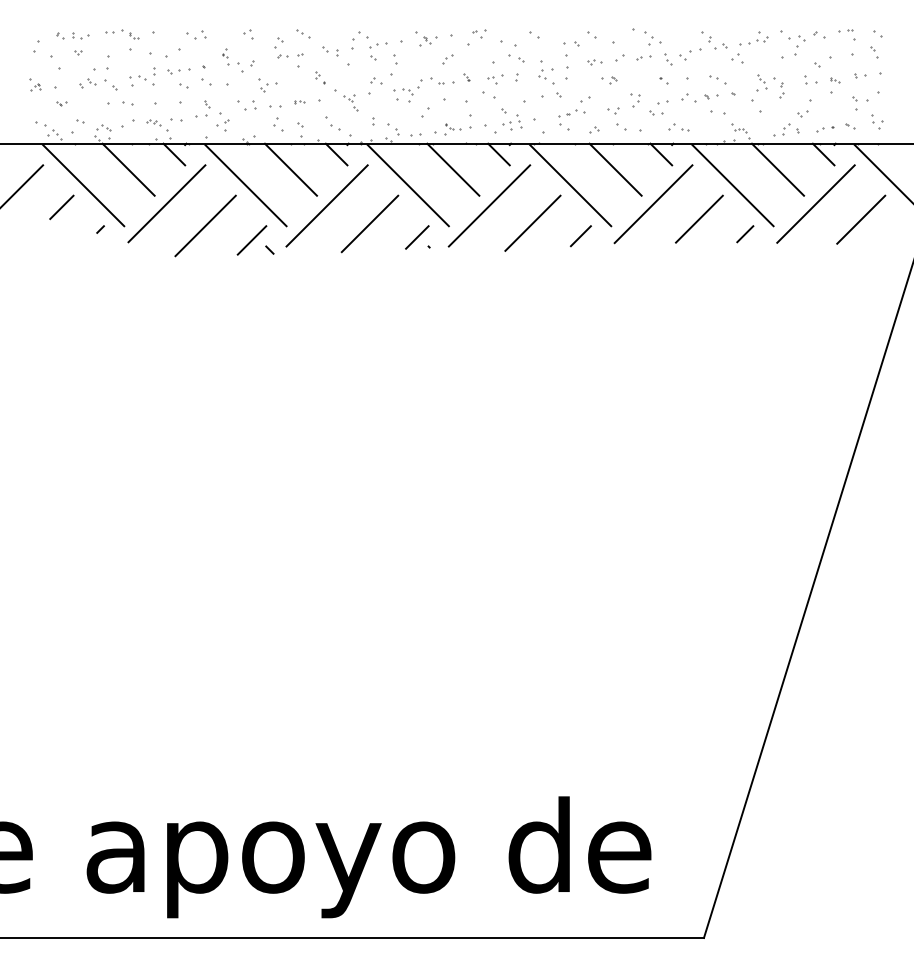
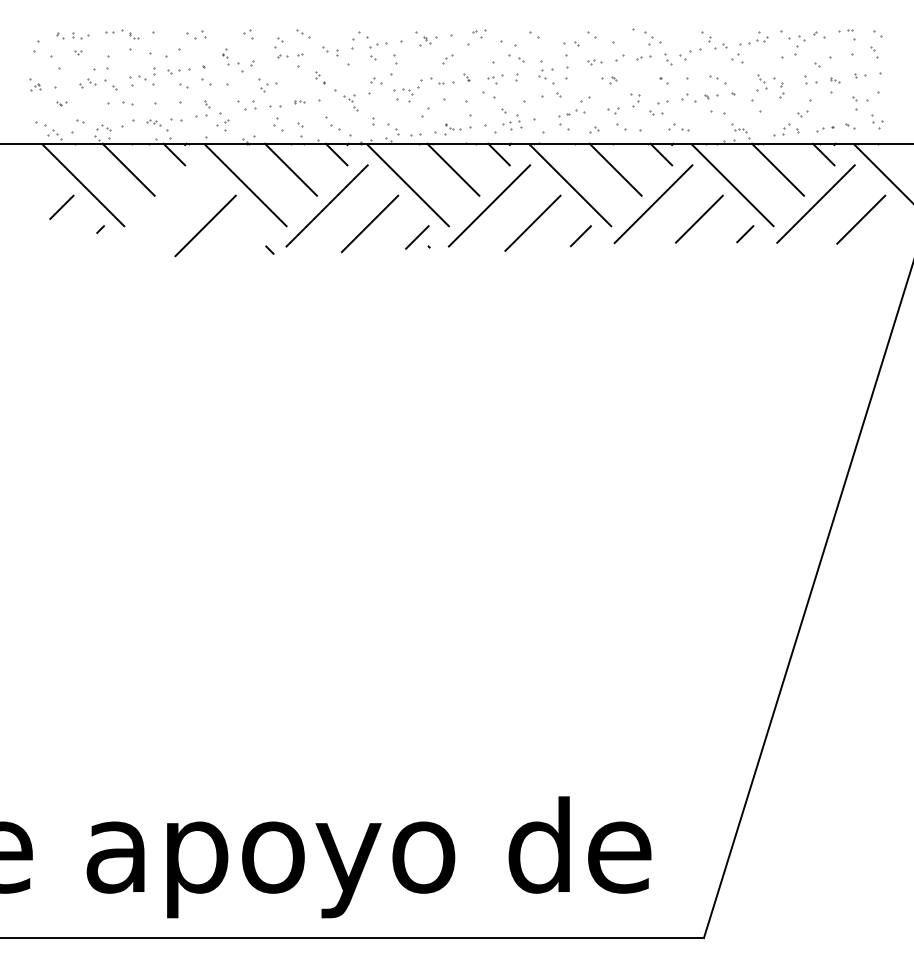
line at (22, 185): present -> none
line at (166, 203): present -> none
line at (251, 240): present -> none
